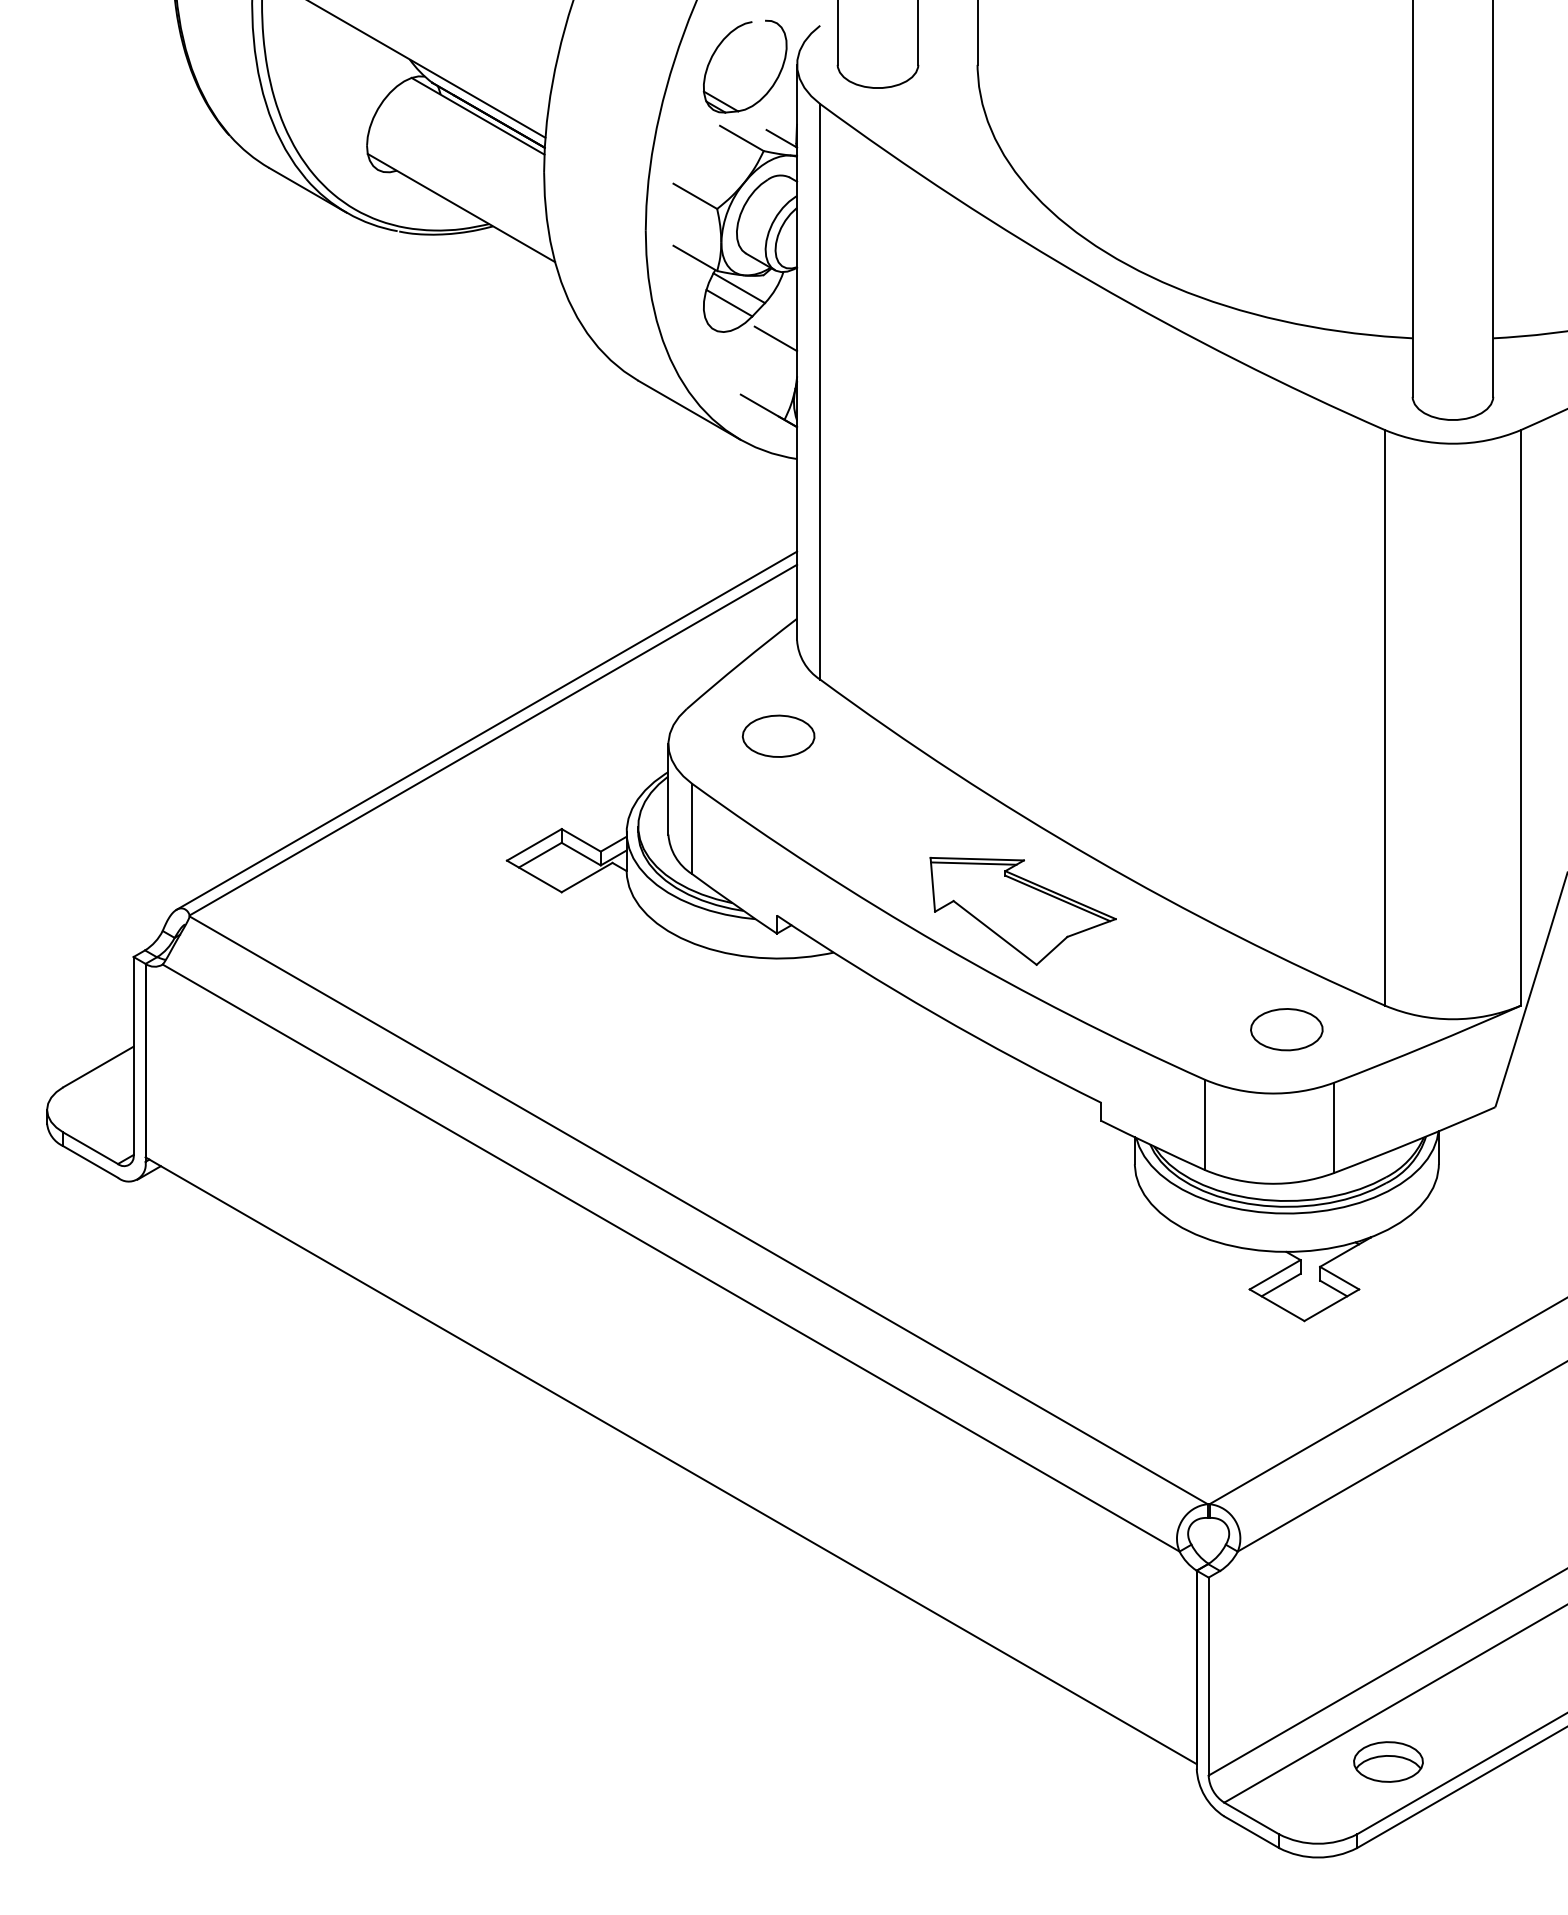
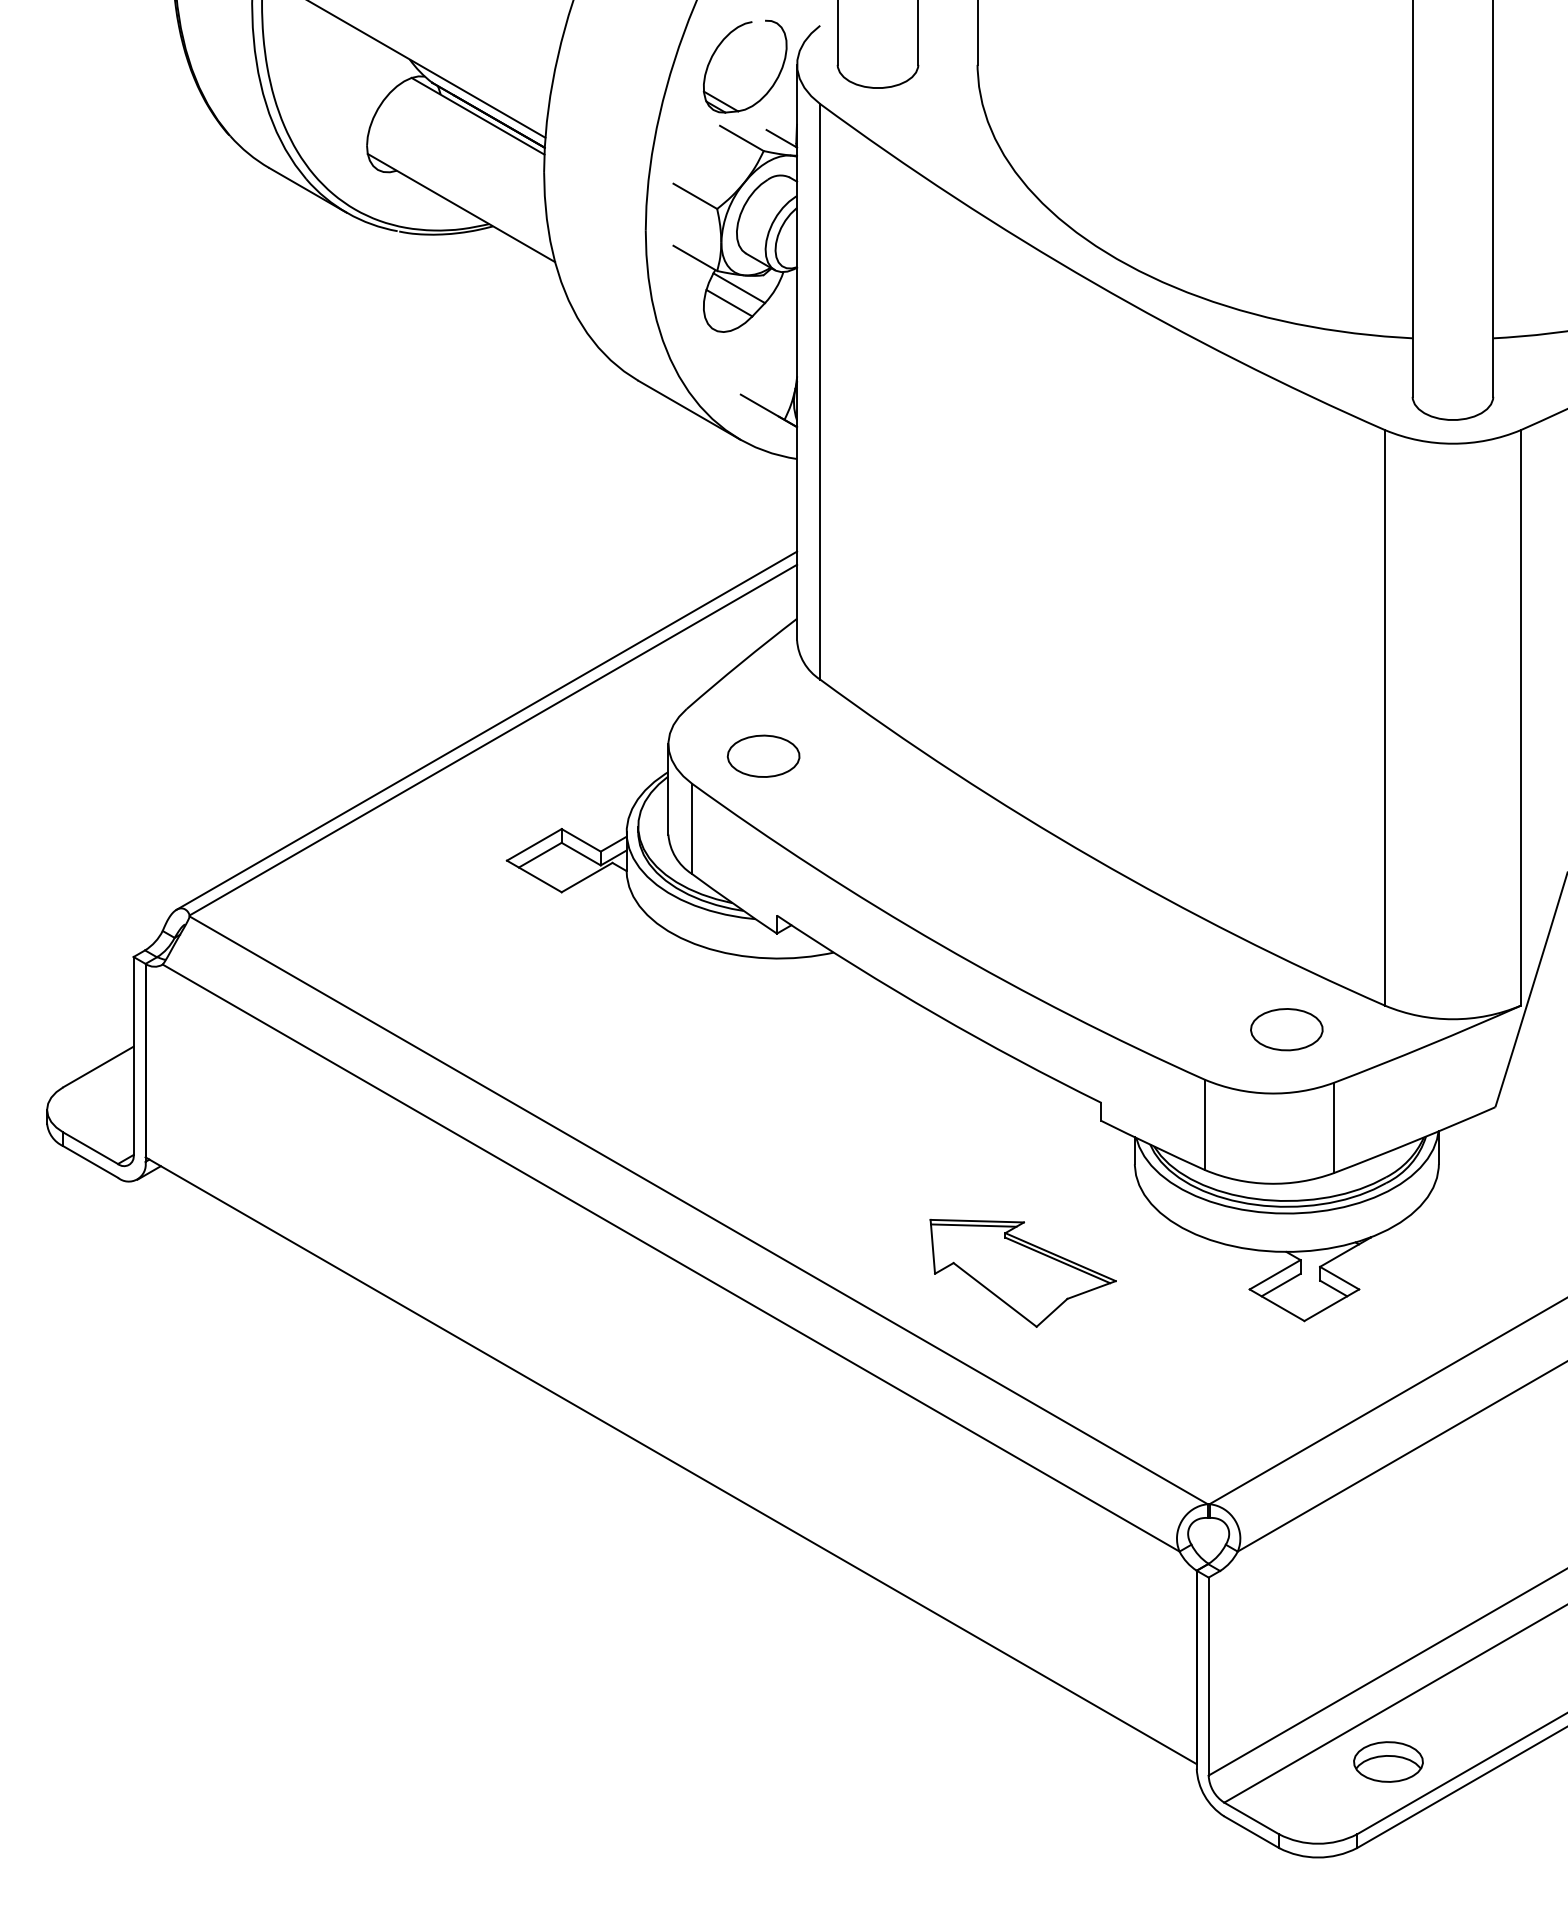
line at (775, 338): present -> none
part at (778, 735) position: (778, 735) -> (763, 755)
part at (1022, 911) position: (1022, 911) -> (1022, 1273)
